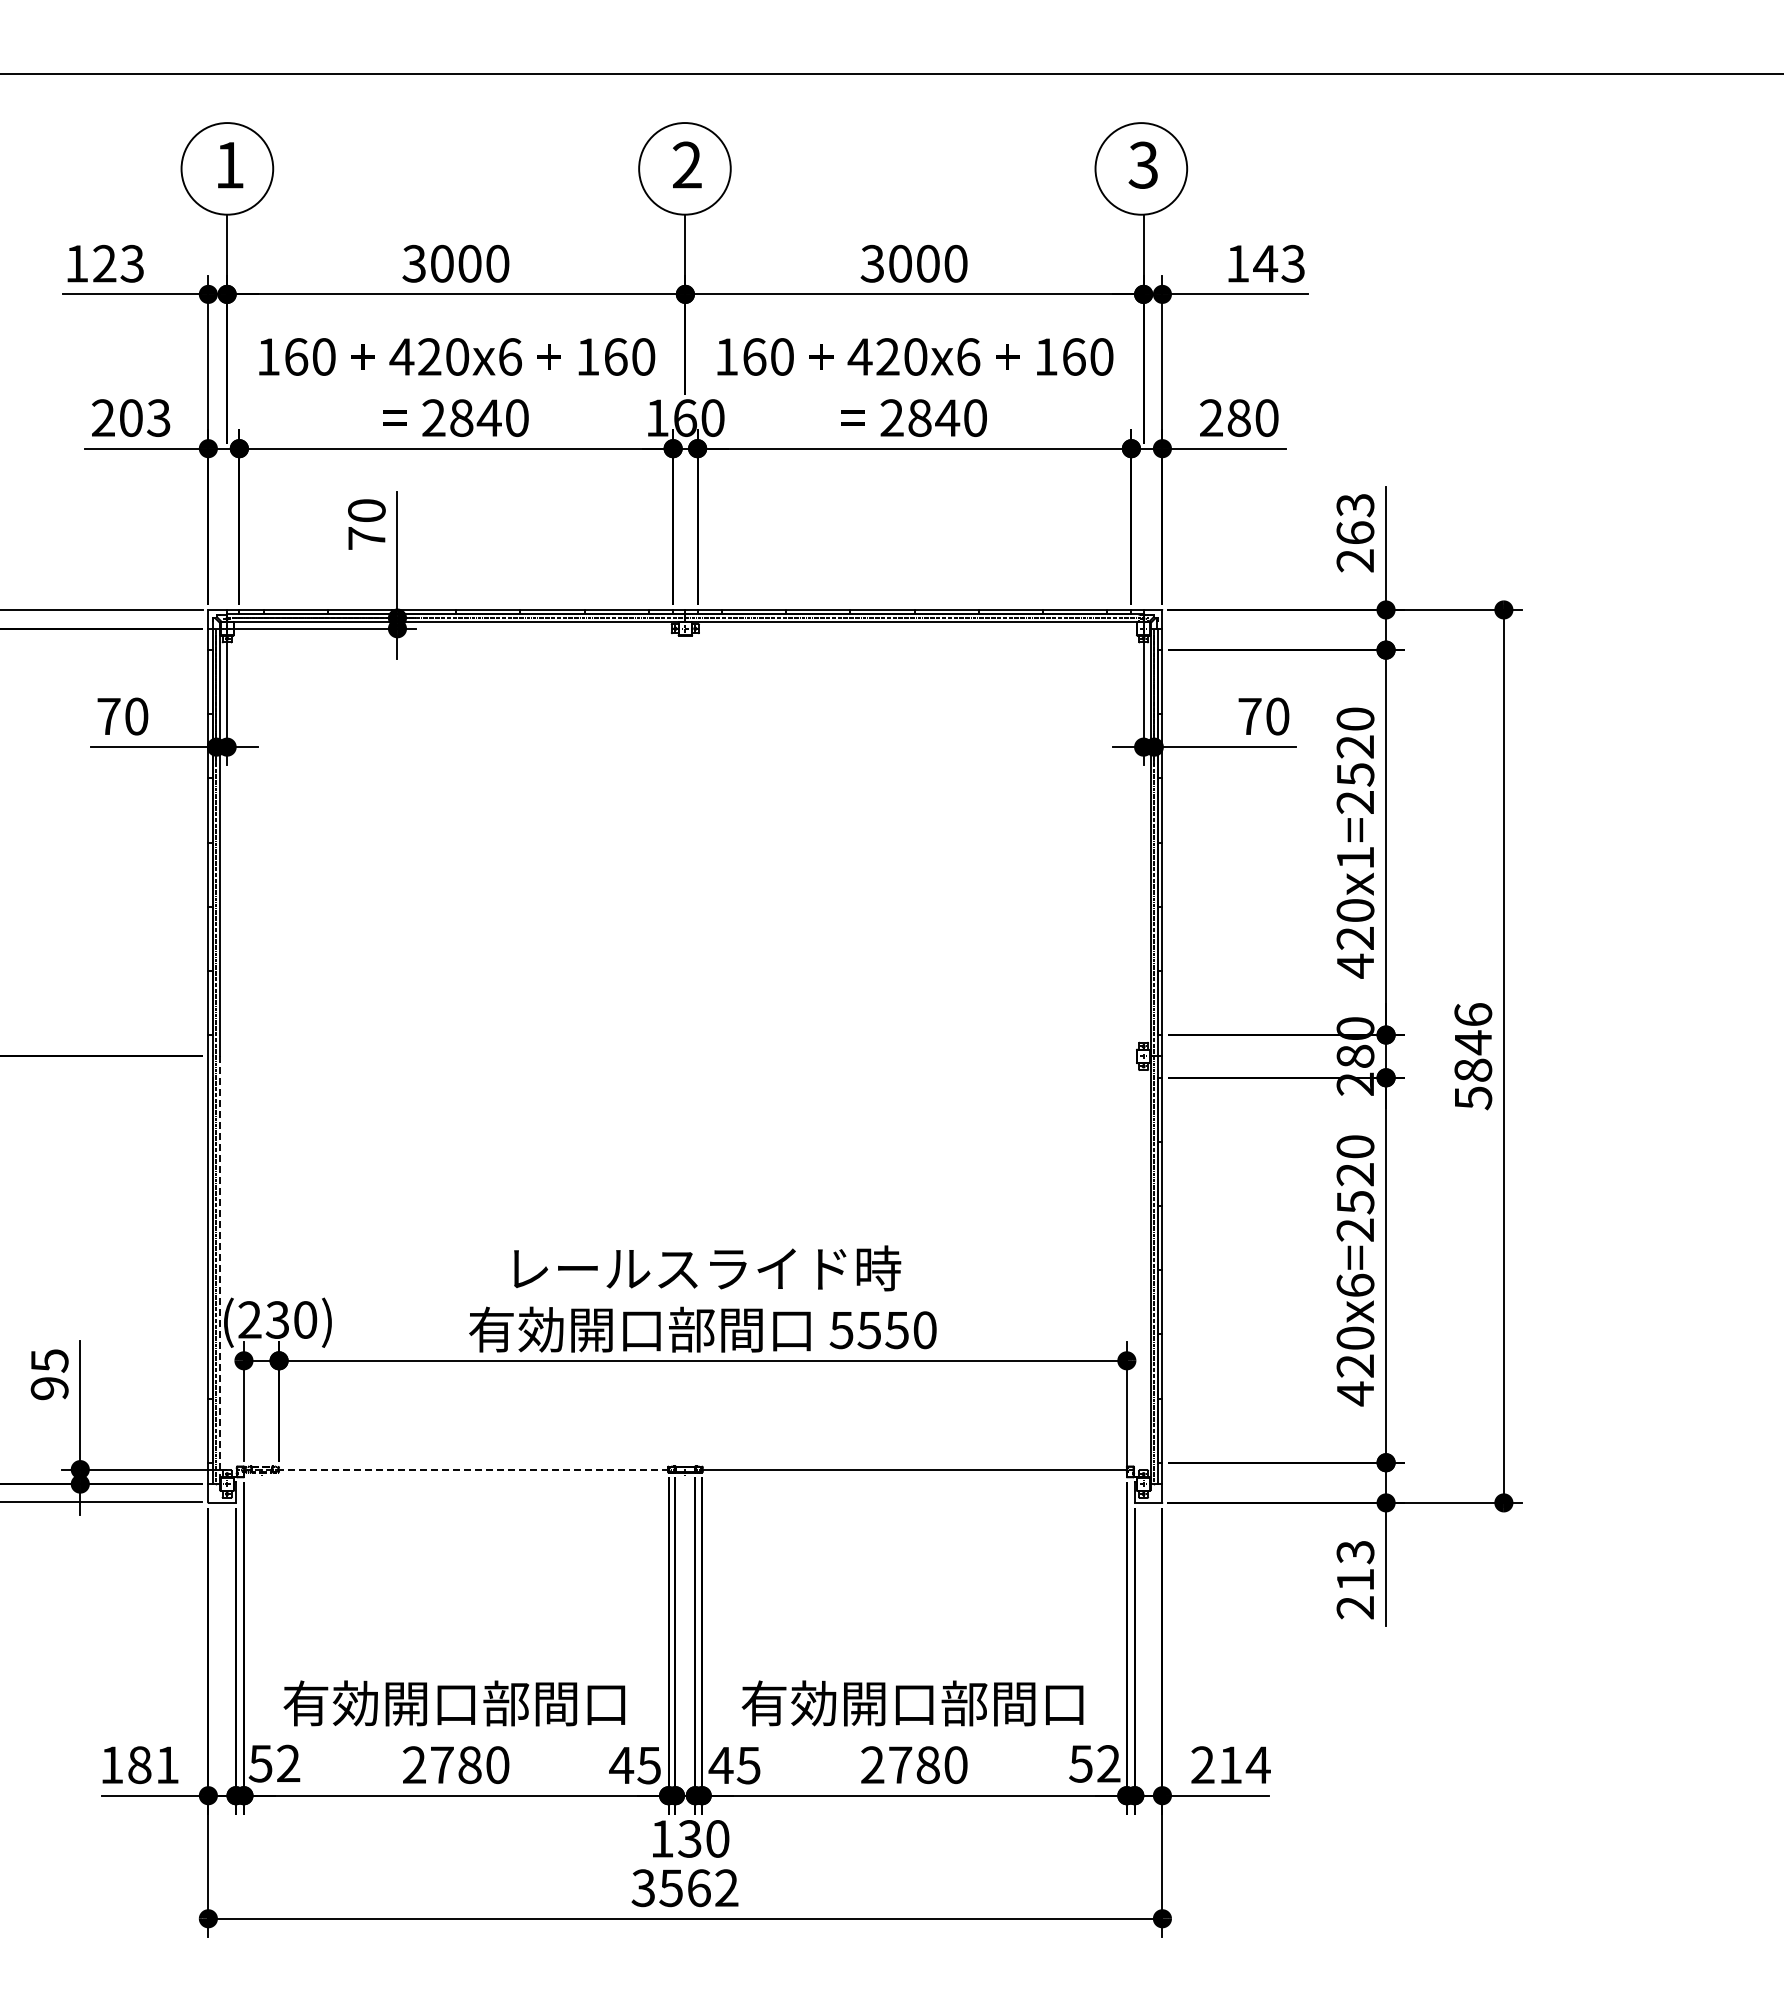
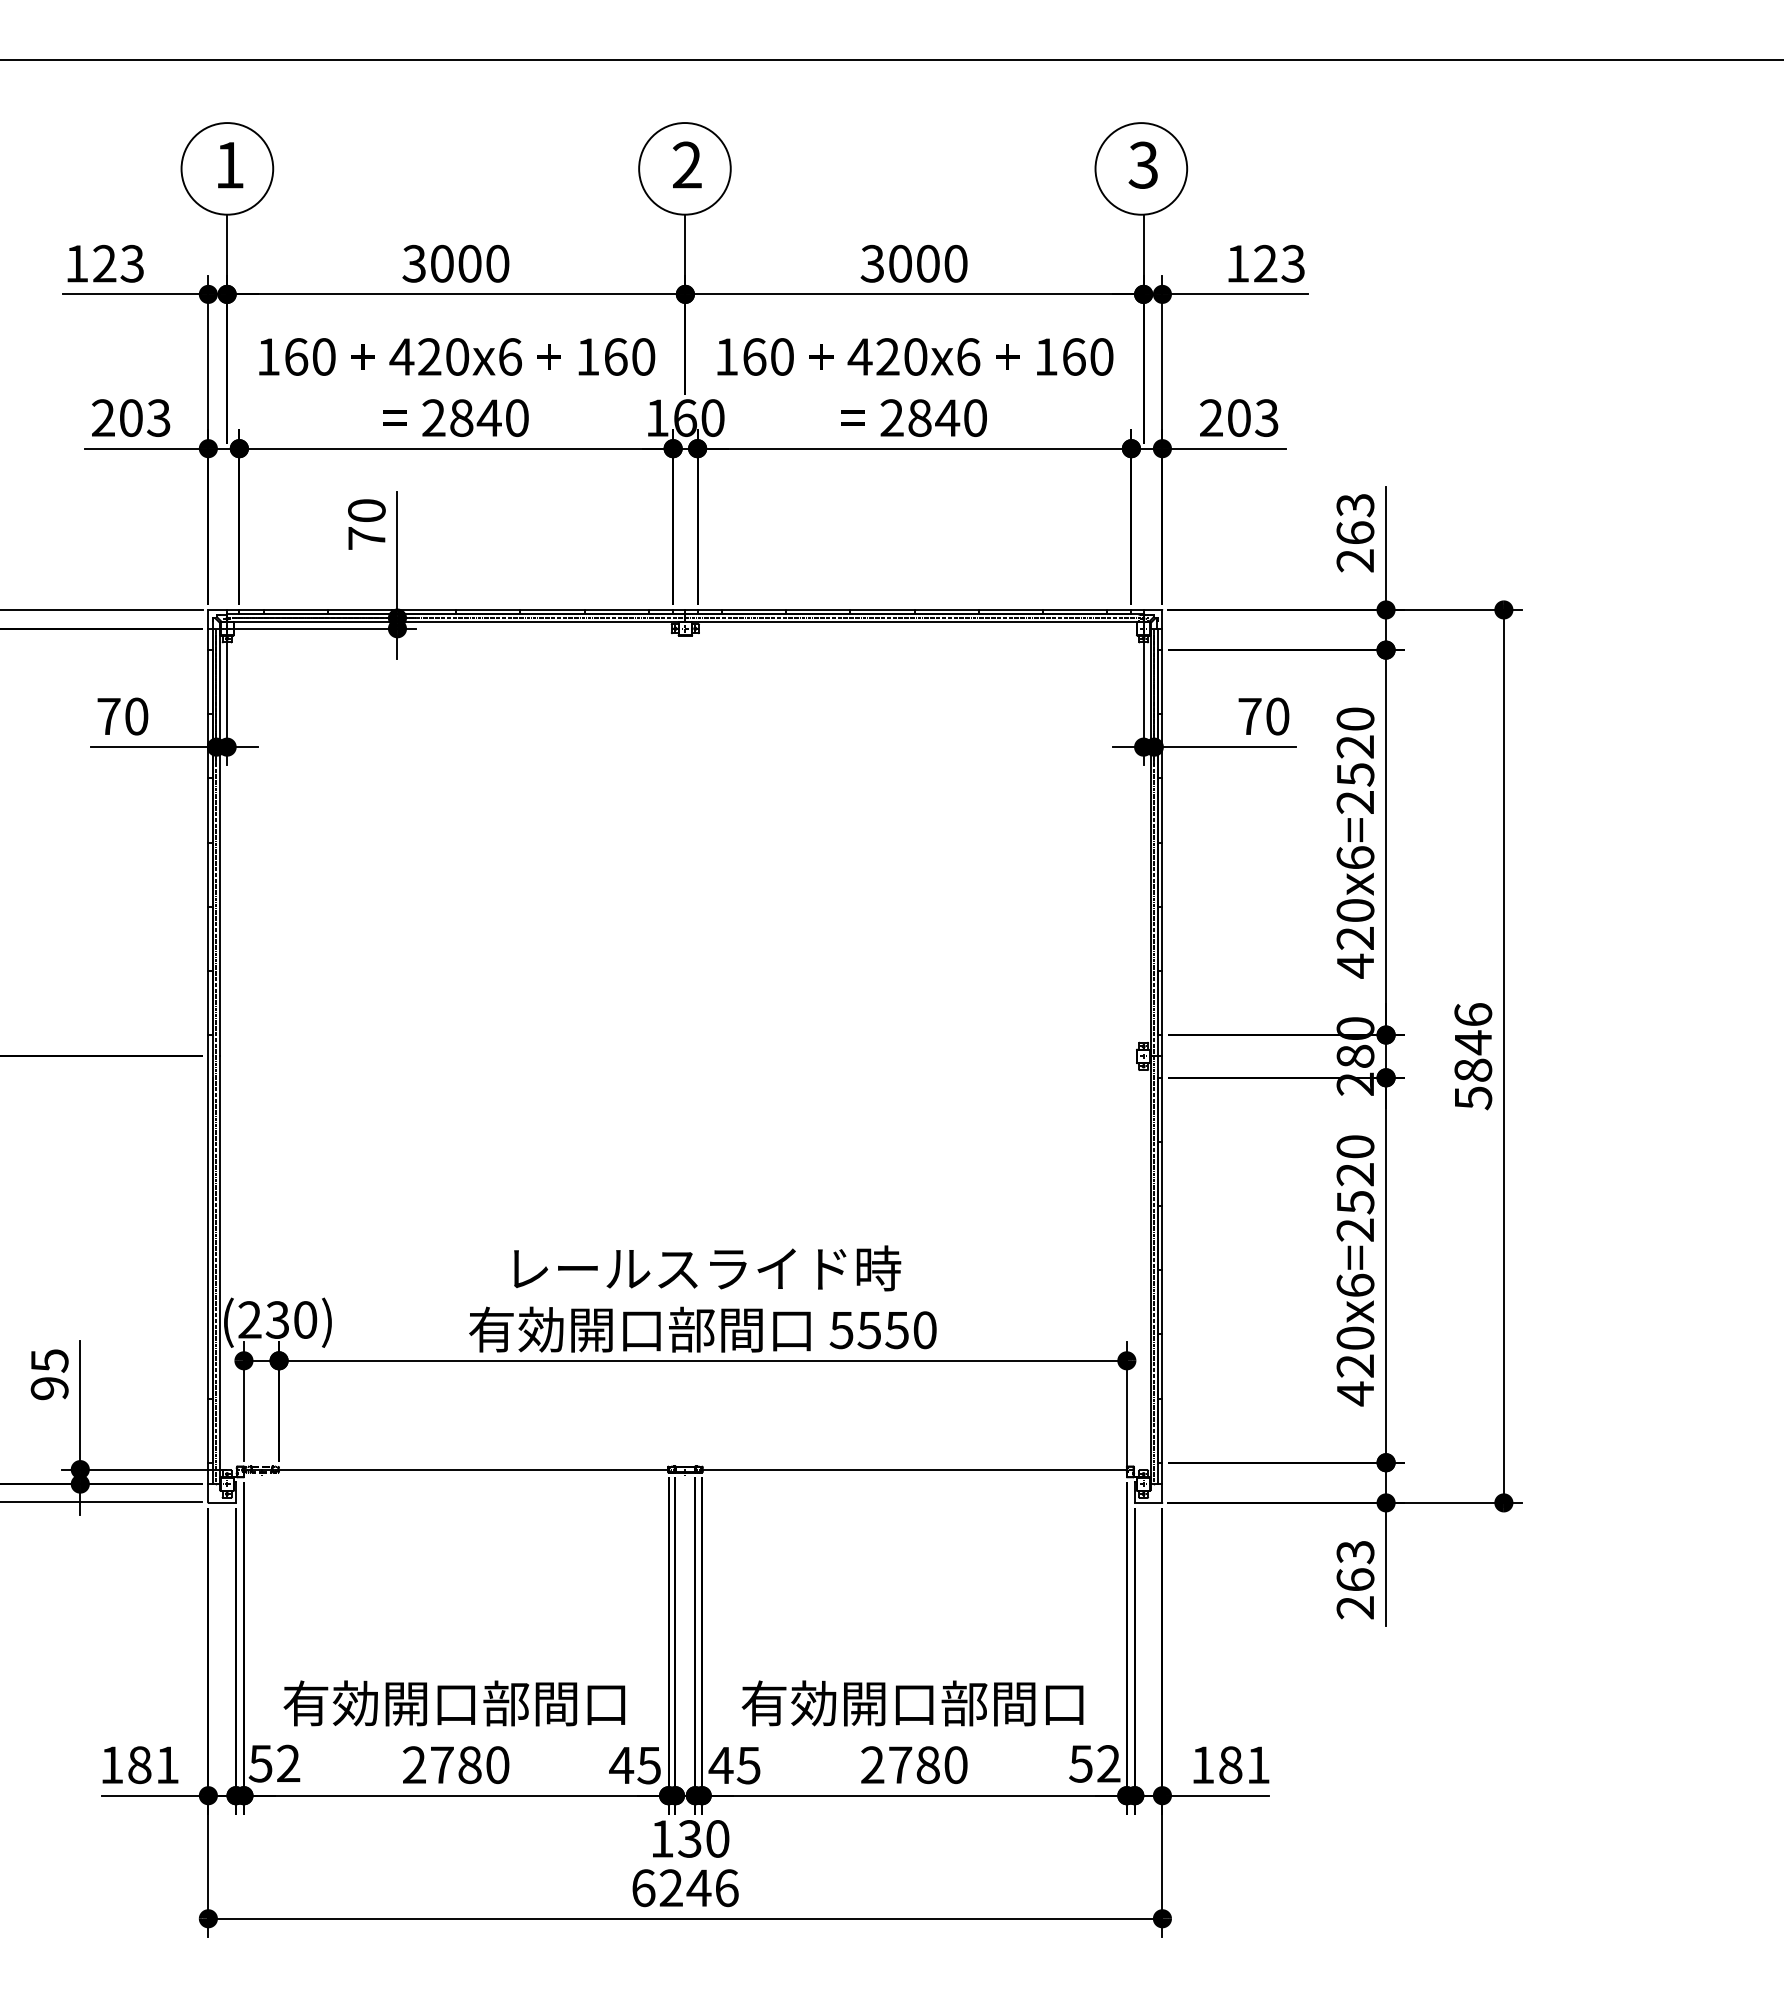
line at (891, 73) position: (891, 73) -> (891, 59)
text at (1265, 263): 143 -> 123
text at (1252, 417): 280 -> 203
text at (1355, 857): 420x1=2520 -> 420x6=2520
line at (220, 1270): dashed -> solid
line at (456, 1469): dashed -> solid
text at (1355, 1579): 213 -> 263
text at (1230, 1765): 214 -> 181
text at (684, 1888): 3562 -> 6246
